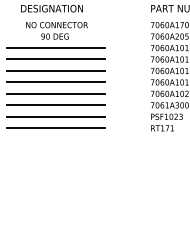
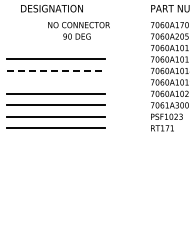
text at (56, 30) position: (56, 30) -> (78, 30)
line at (55, 48): present -> none
line at (56, 70): solid -> dashed
line at (55, 82): present -> none
